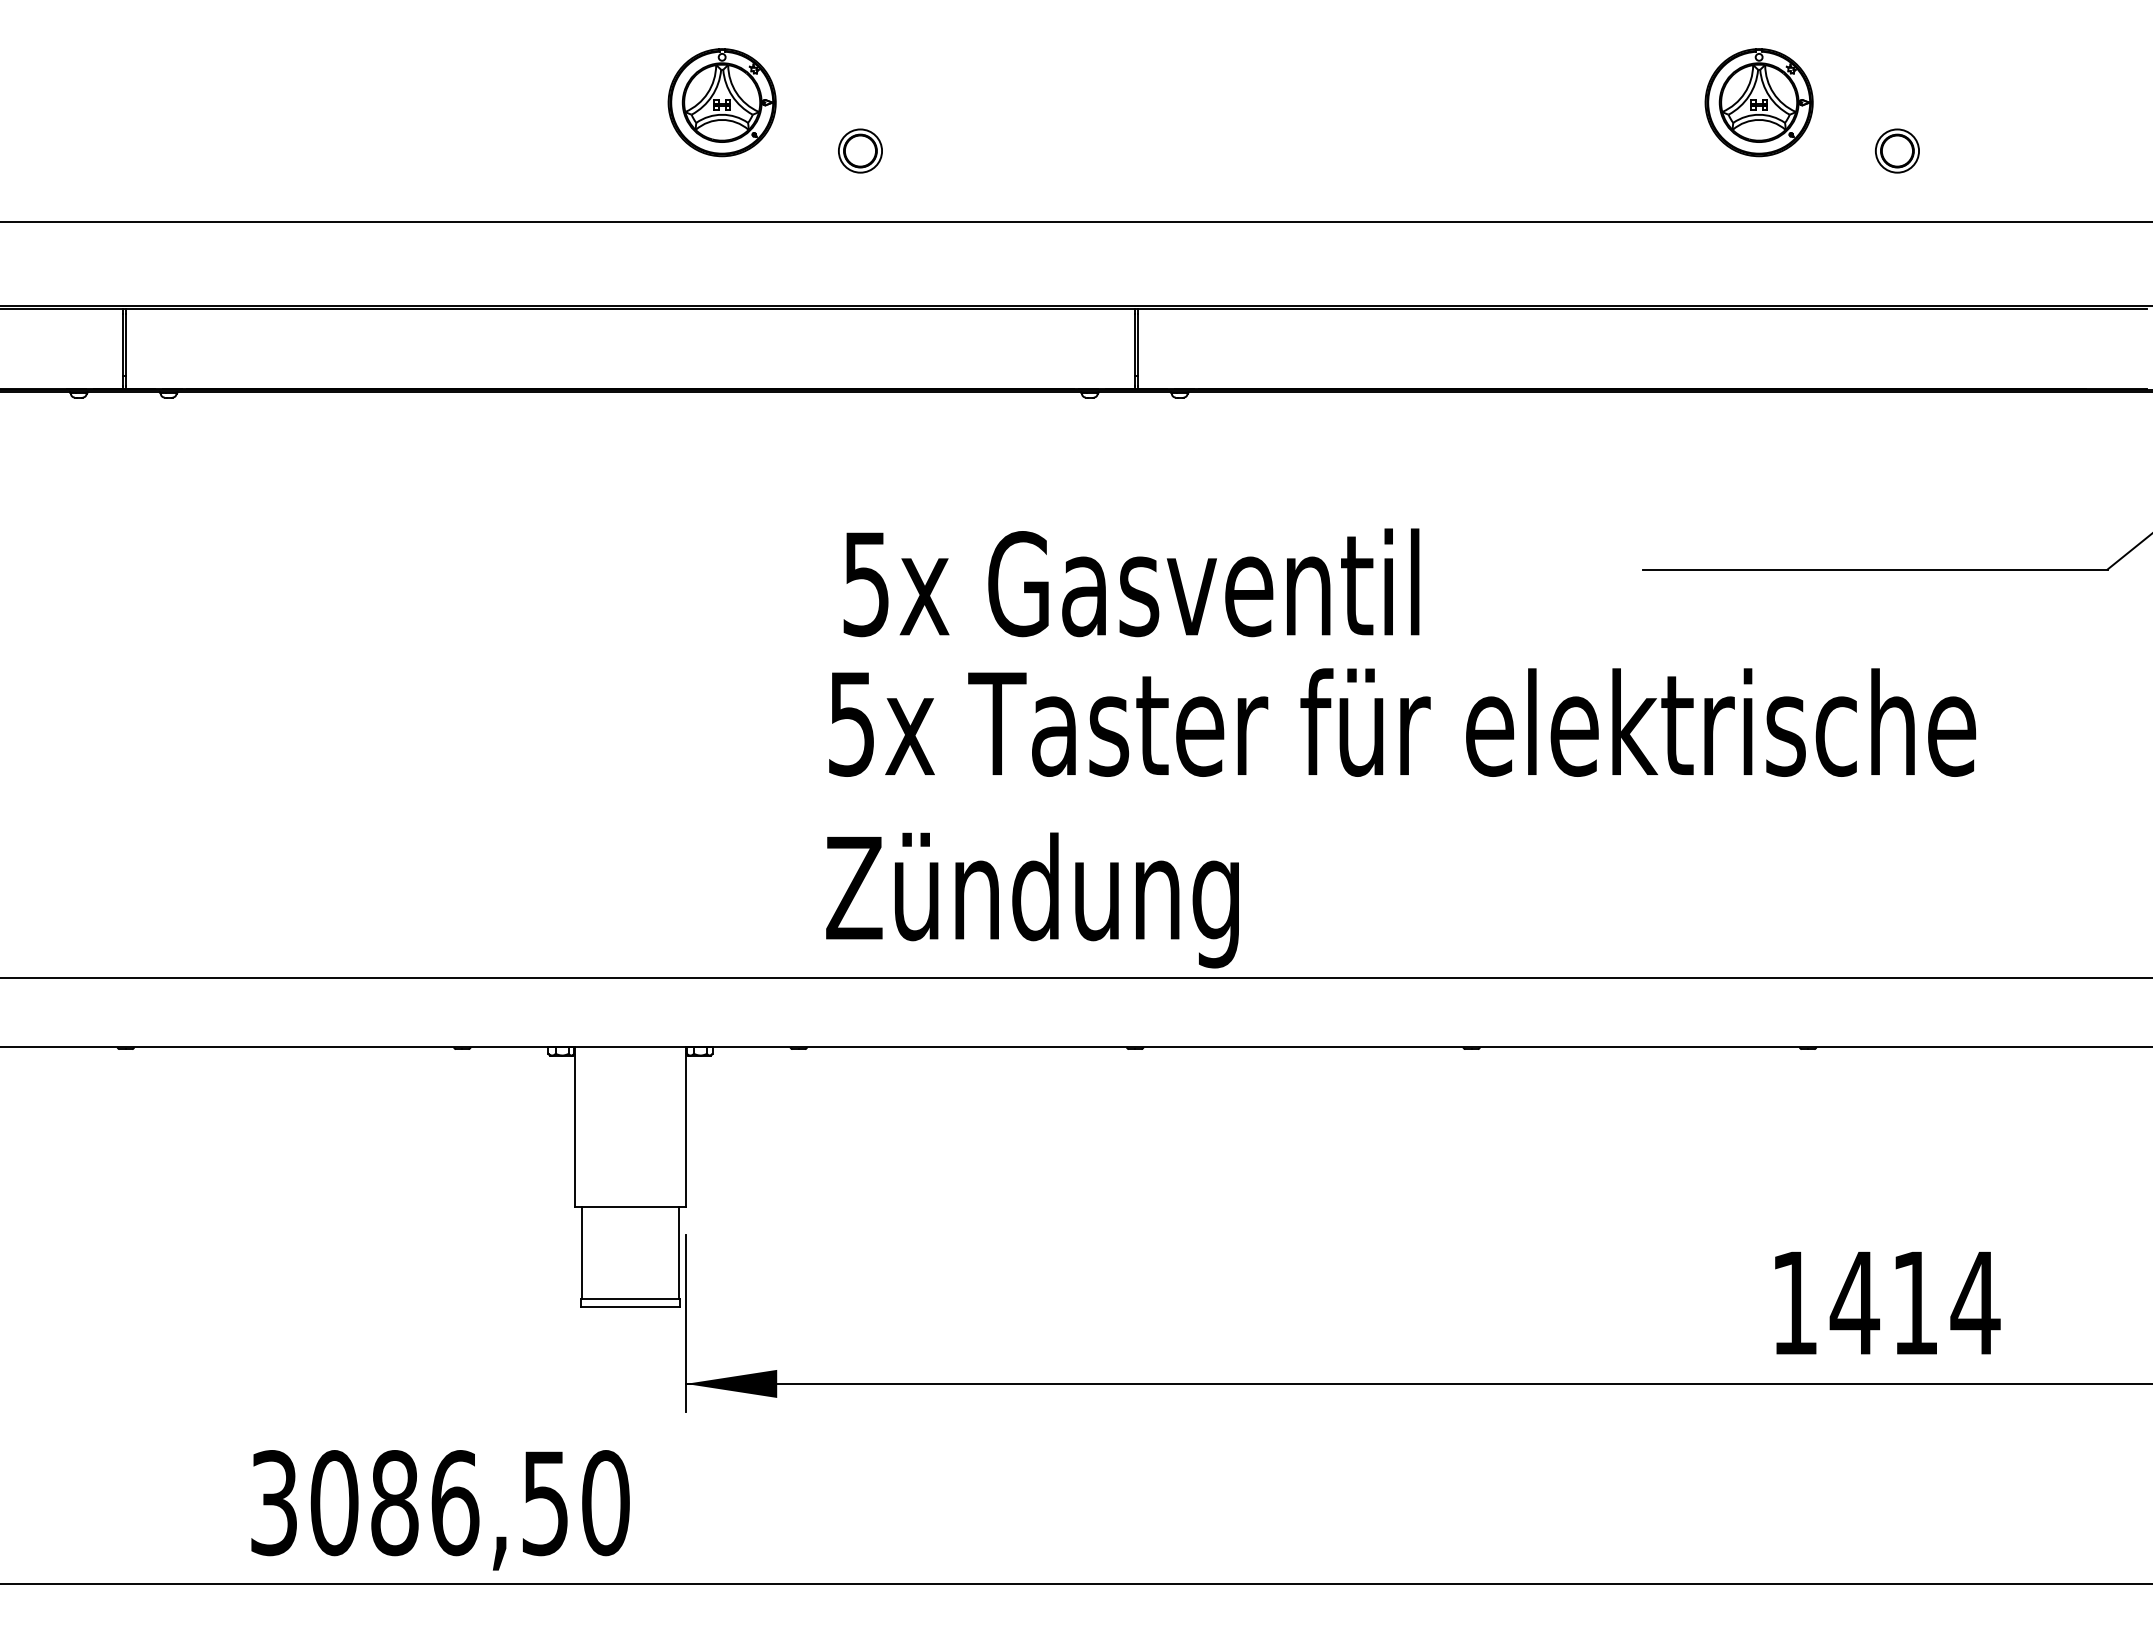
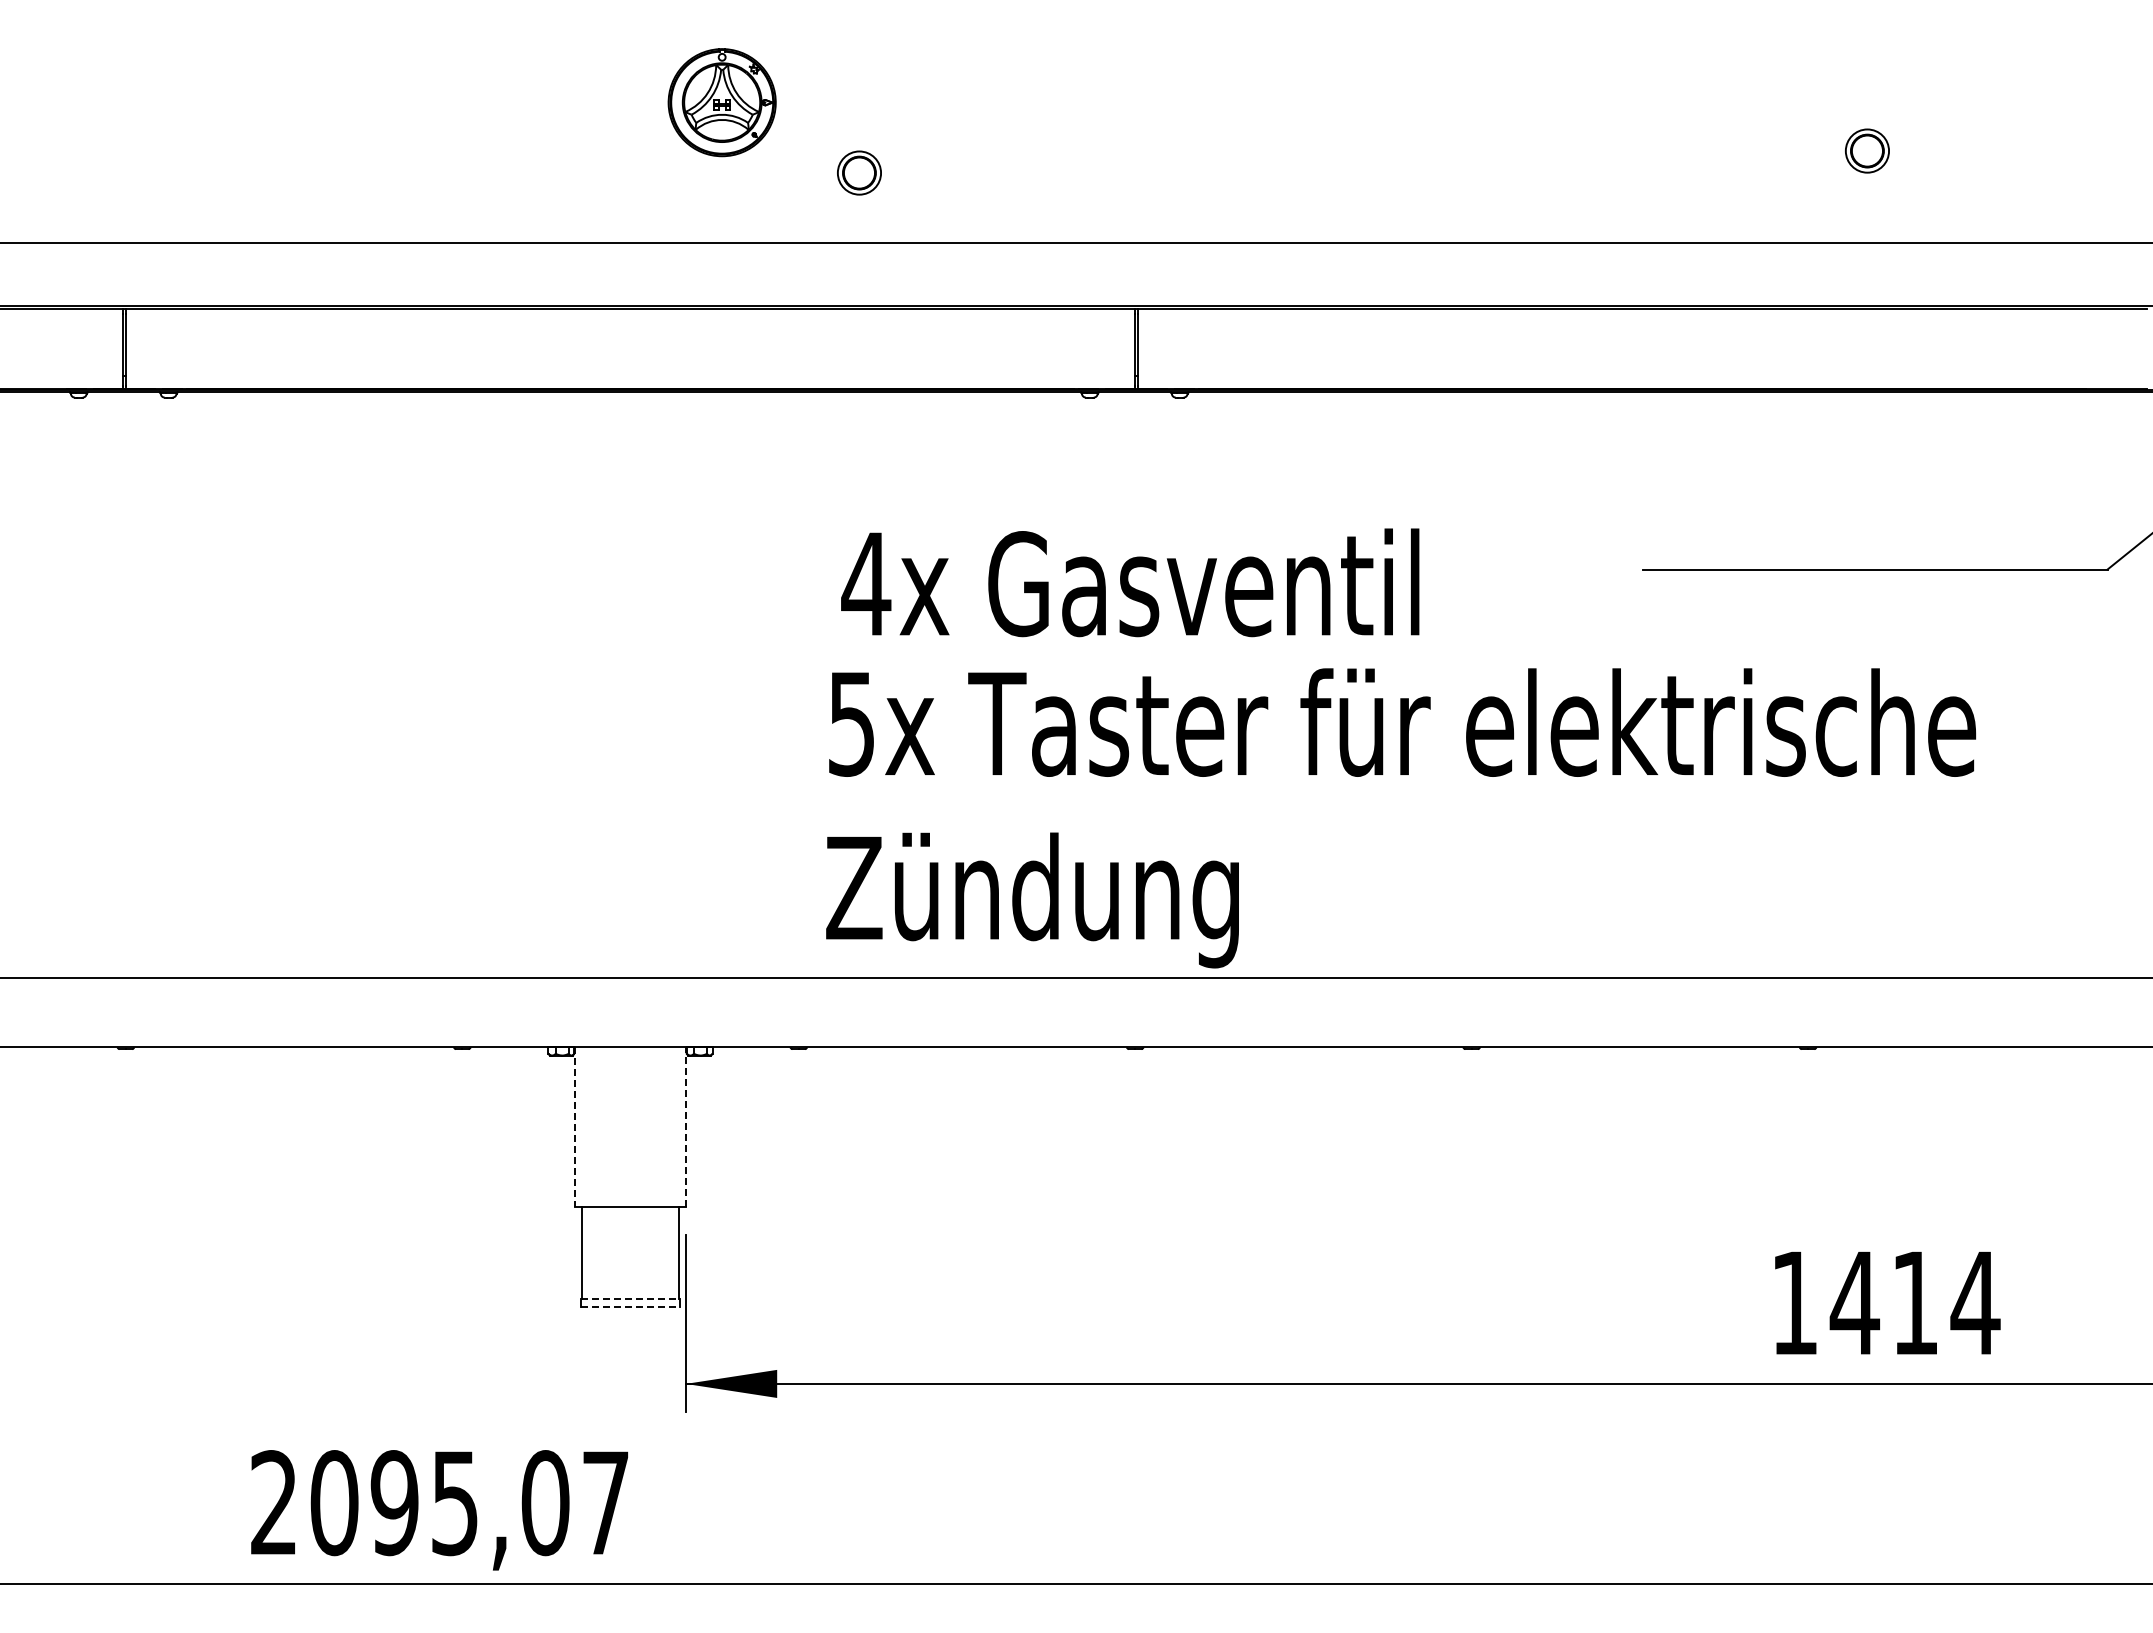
part at (1758, 102): present -> none
part at (860, 150) position: (860, 150) -> (859, 172)
part at (1897, 150) position: (1897, 150) -> (1867, 150)
line at (1075, 221) position: (1075, 221) -> (1075, 242)
text at (866, 584): 5x -> 4x
line at (575, 1127): solid -> dashed
line at (685, 1127): solid -> dashed
line at (631, 1298): solid -> dashed
line at (631, 1307): solid -> dashed
text at (440, 1503): 3086,50 -> 2095,07
